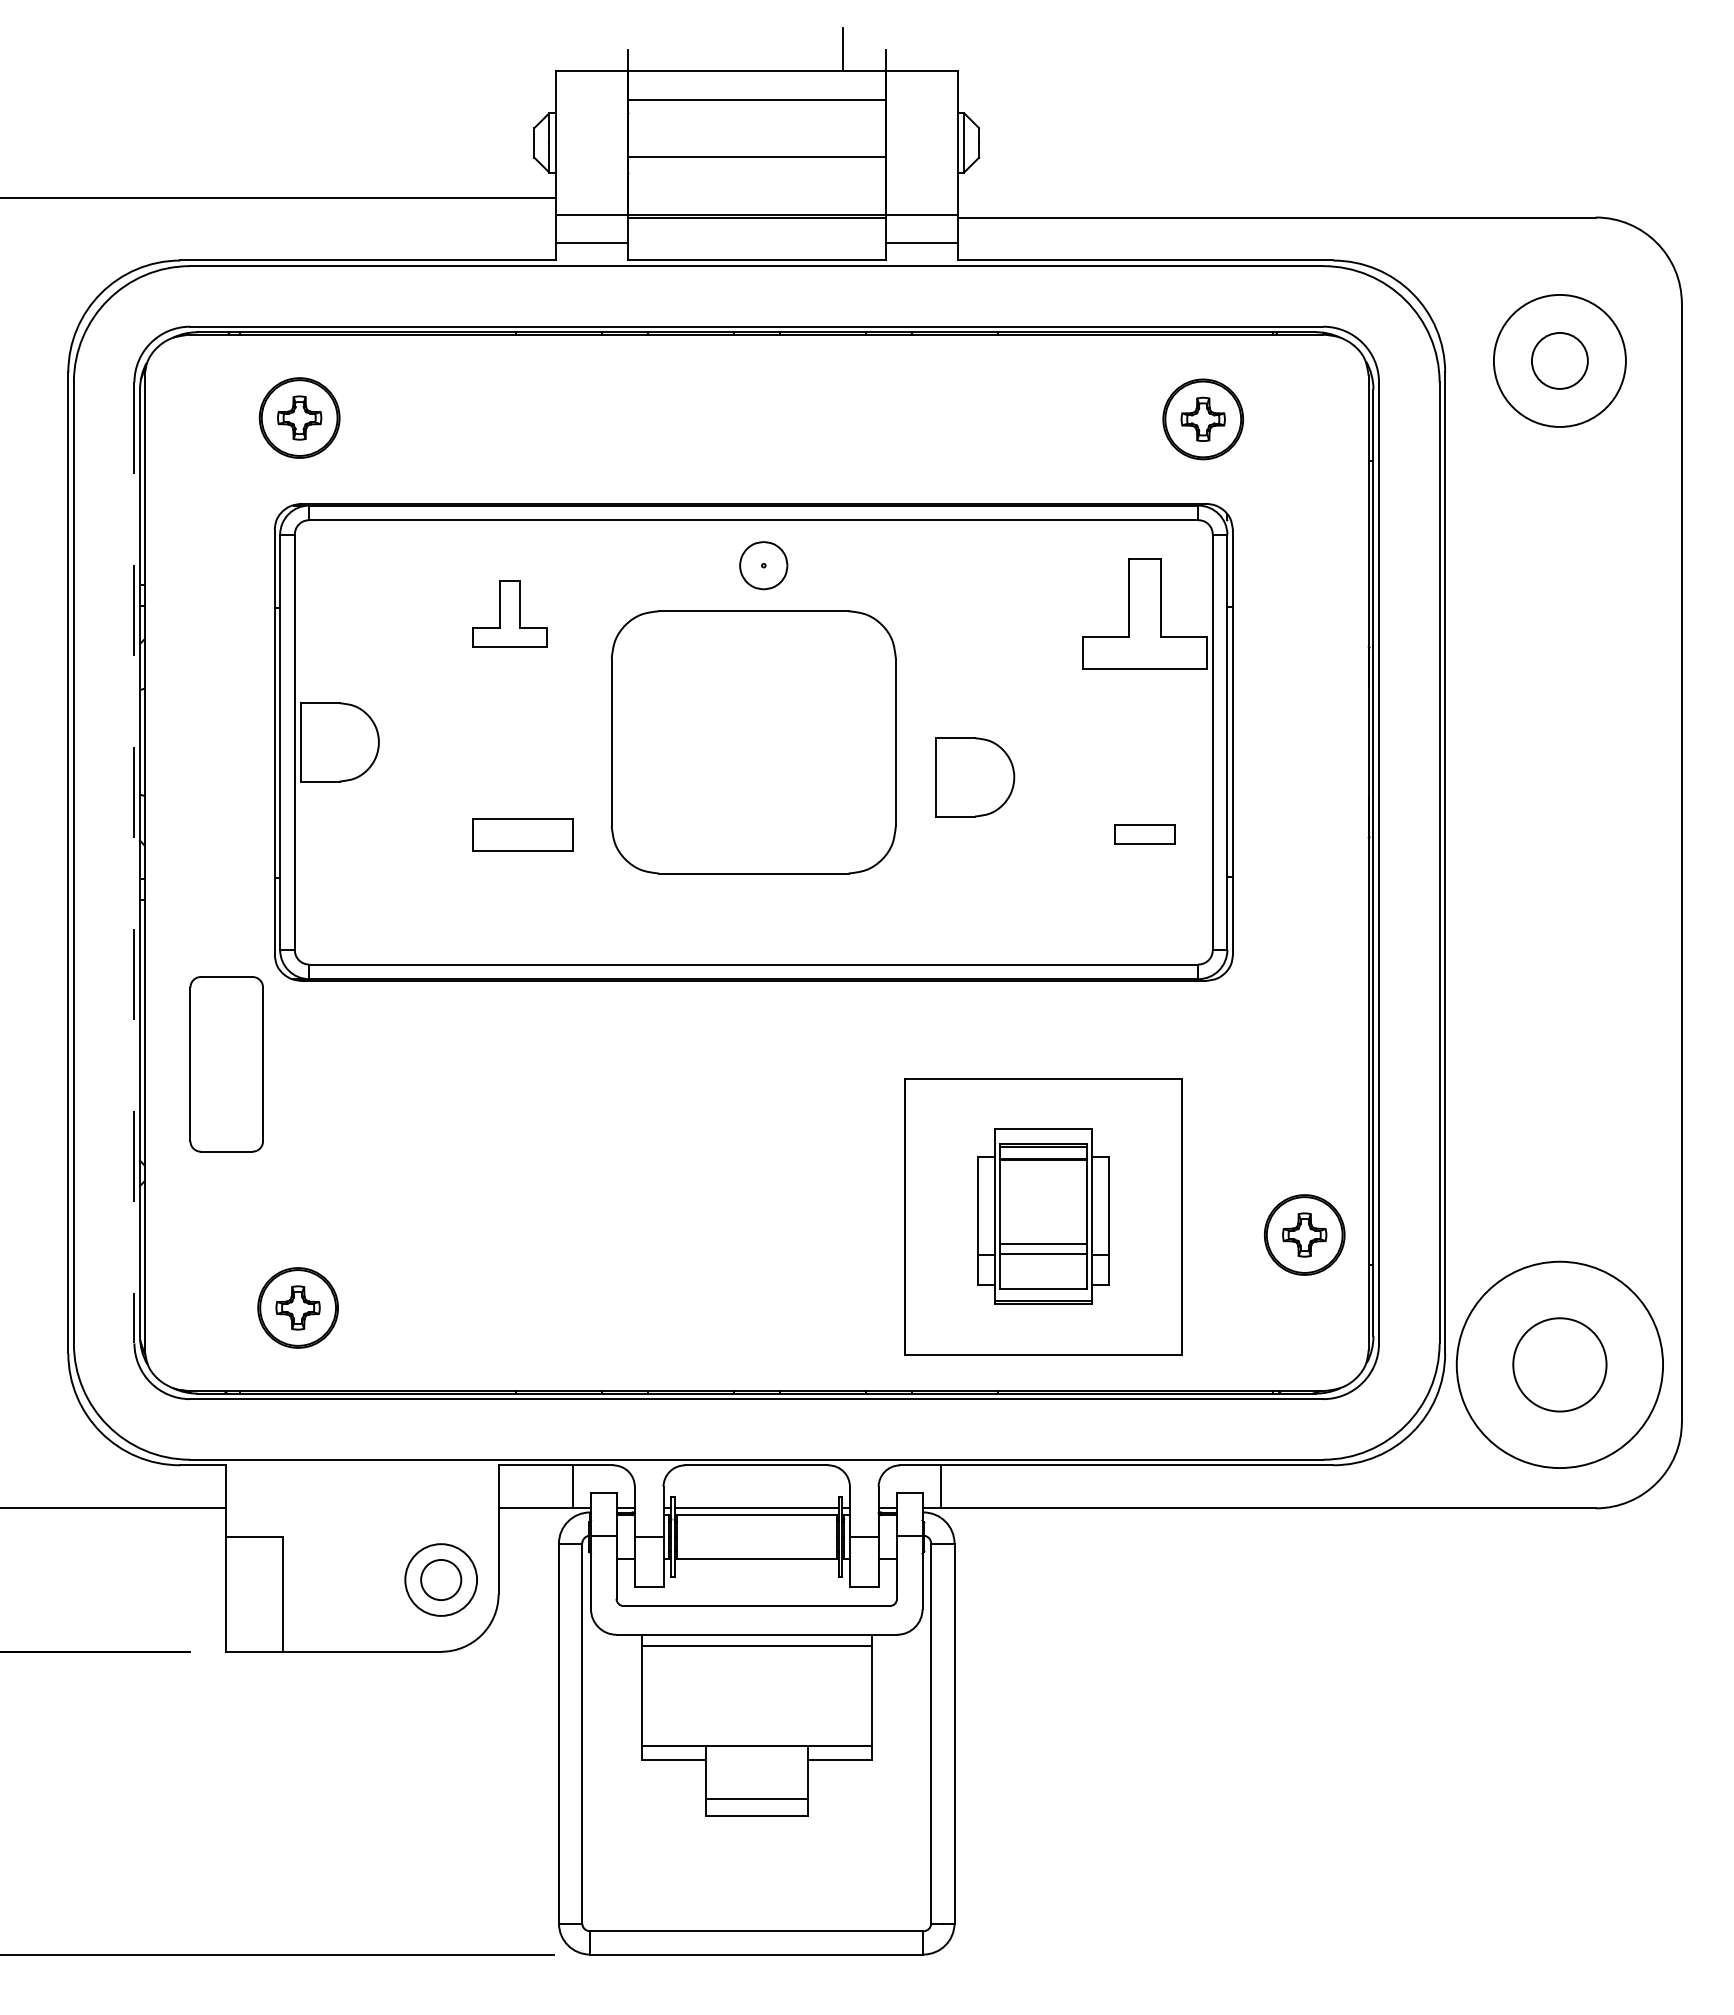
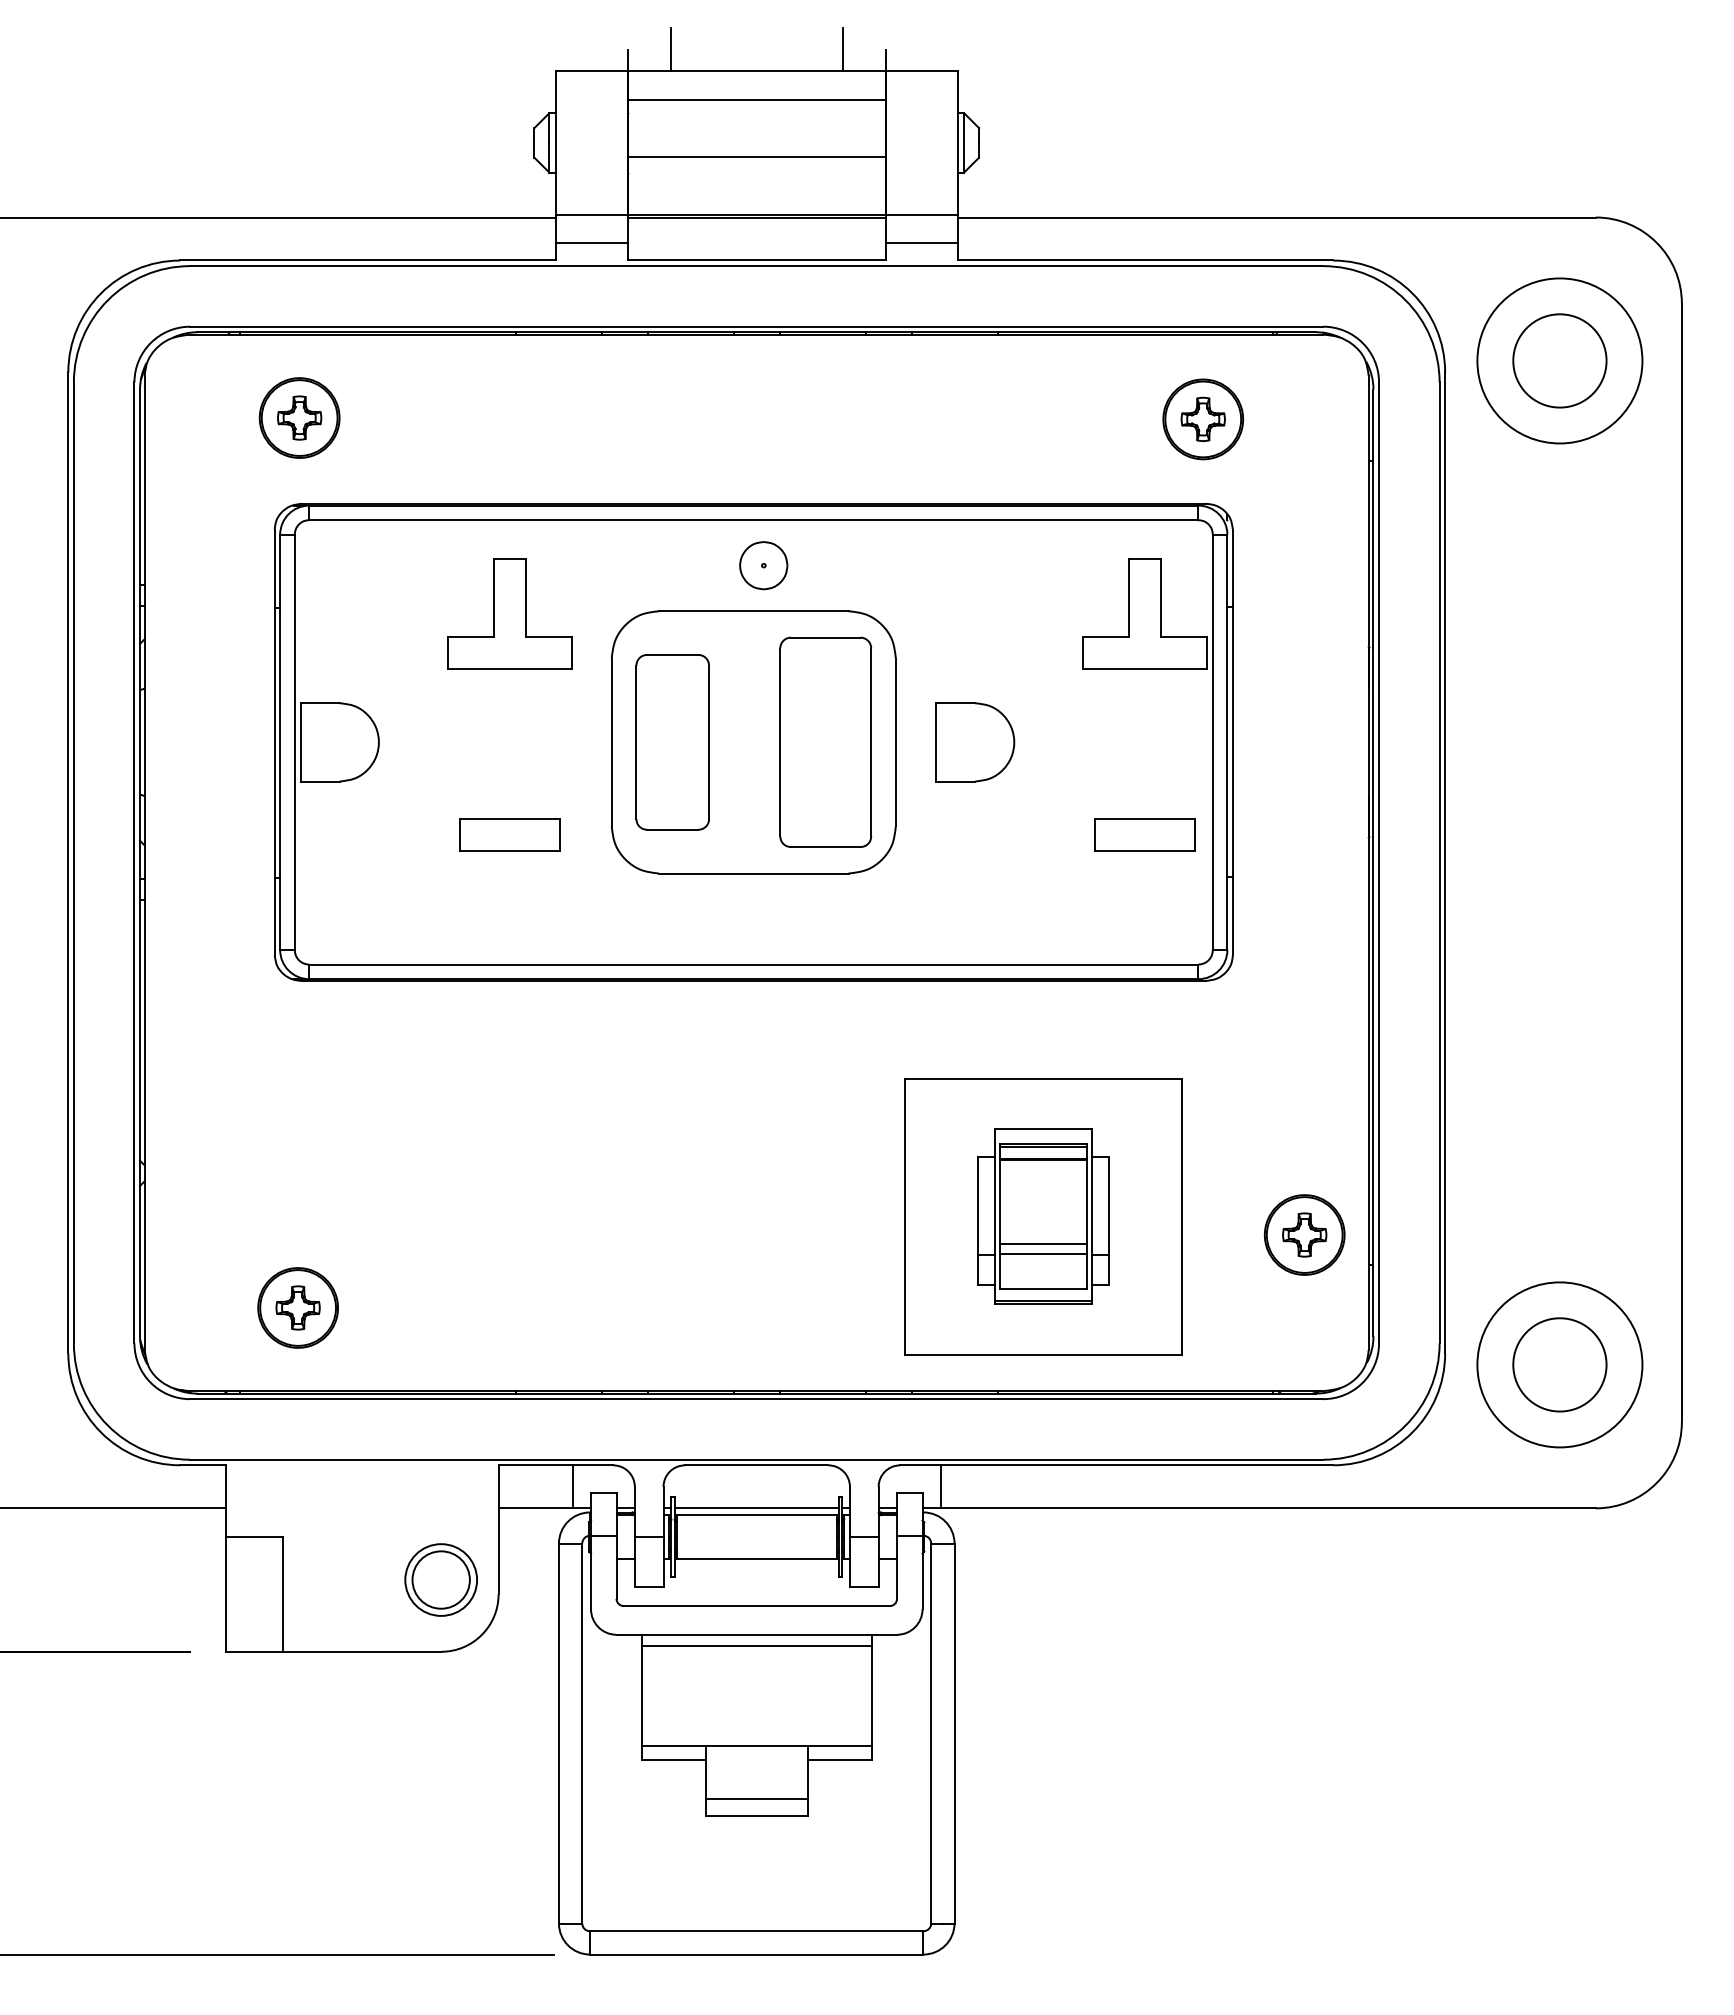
line at (670, 49): none -> present
line at (278, 197) position: (278, 197) -> (278, 217)
circle at (1559, 360) diameter: 132 px -> 165 px
circle at (1559, 360) diameter: 56 px -> 93 px
part at (509, 613) size: 76x68 px -> 126x112 px
part at (825, 741): none -> present
part at (975, 777) position: (975, 777) -> (975, 742)
part at (522, 834) position: (522, 834) -> (509, 834)
part at (1144, 834) size: 62x21 px -> 102x34 px
line at (134, 863): dashed -> solid
part at (226, 1064) position: (226, 1064) -> (672, 742)
circle at (1559, 1364) diameter: 206 px -> 165 px
circle at (441, 1579) diameter: 40 px -> 57 px
